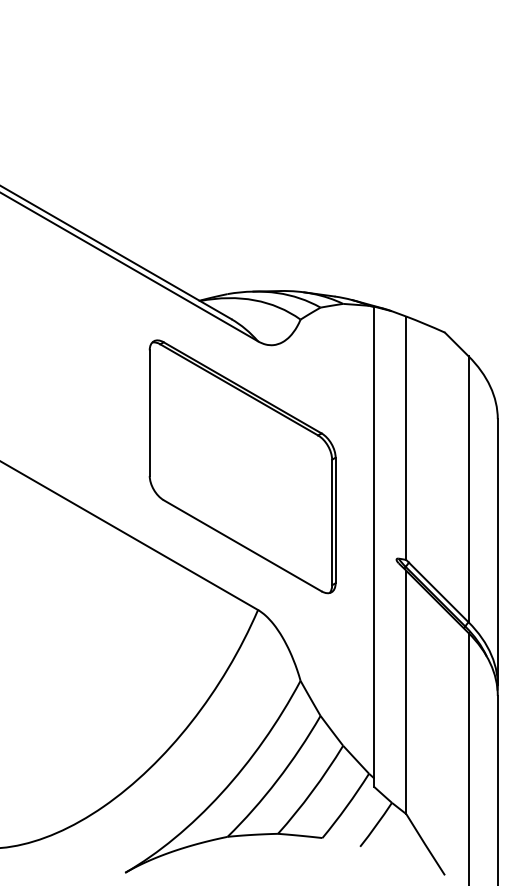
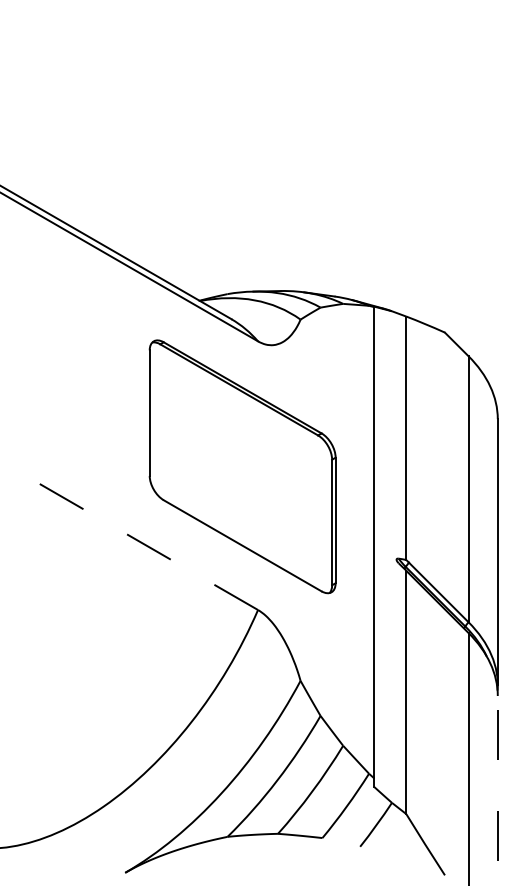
line at (129, 535): solid -> dashed
line at (497, 790): solid -> dashed
